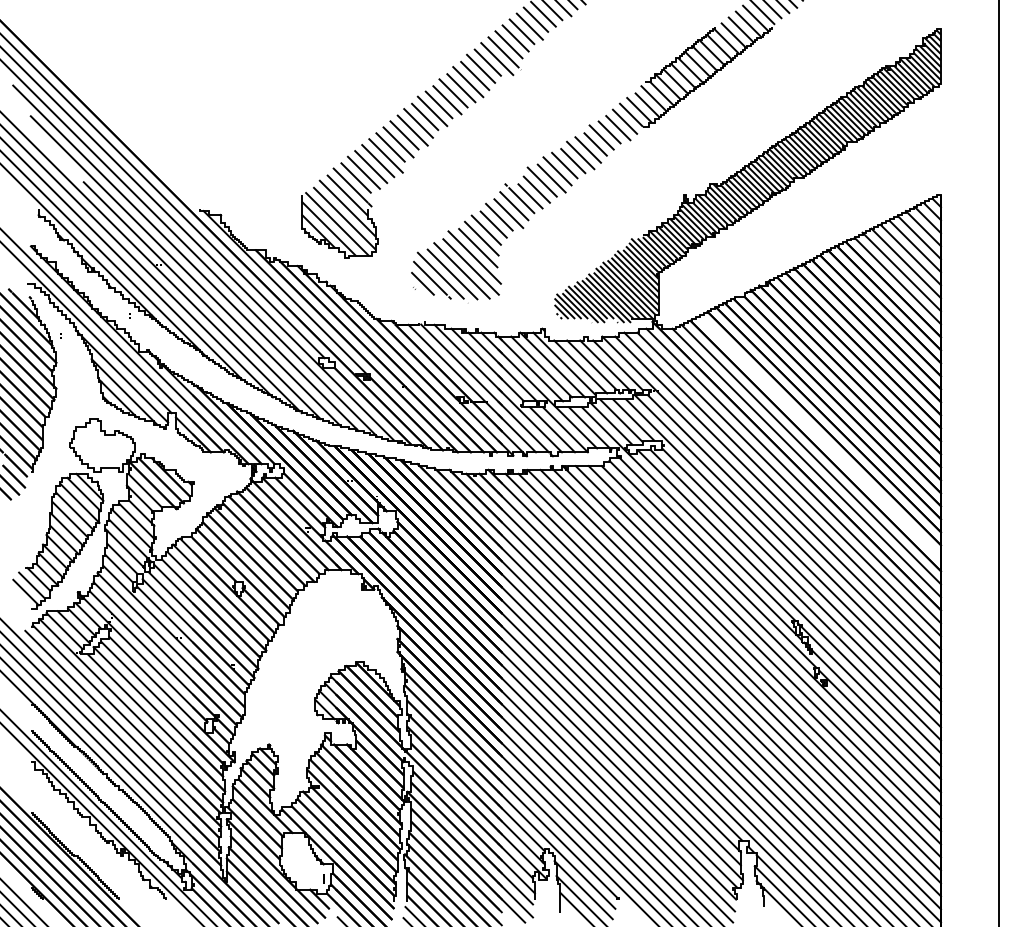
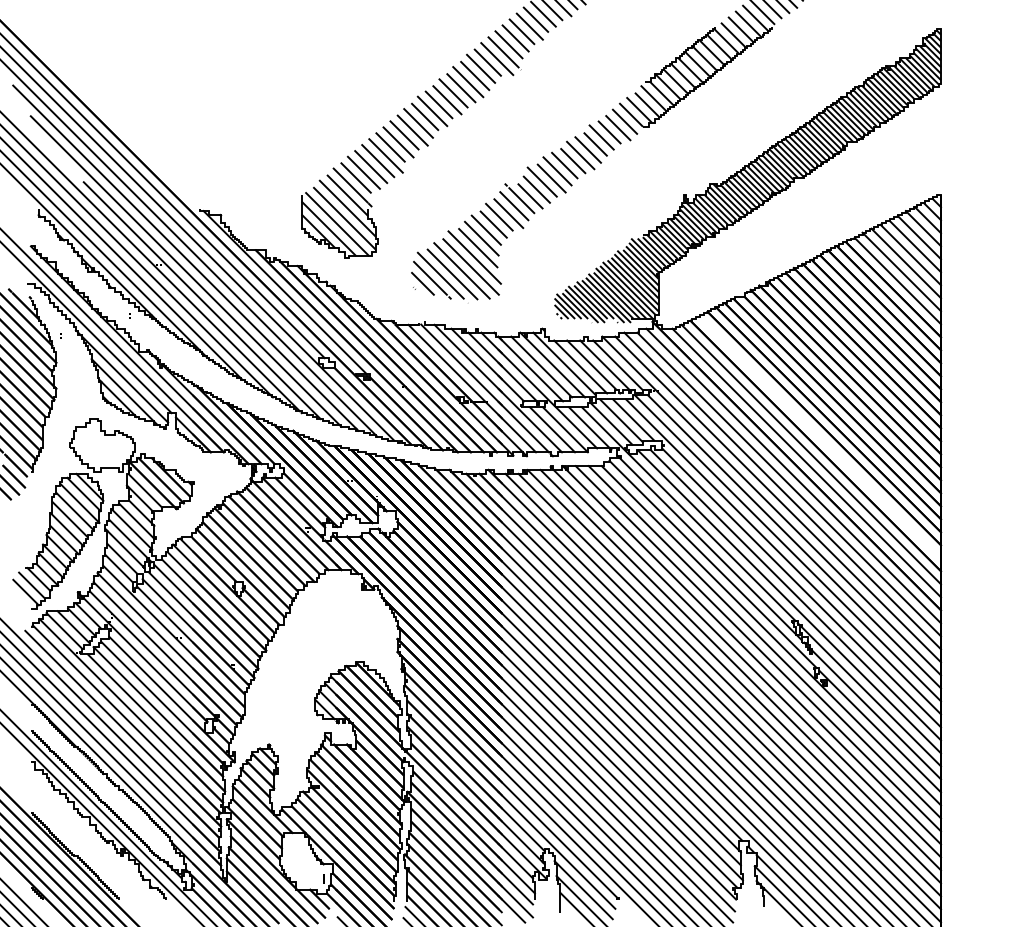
line at (999, 462): present -> none
